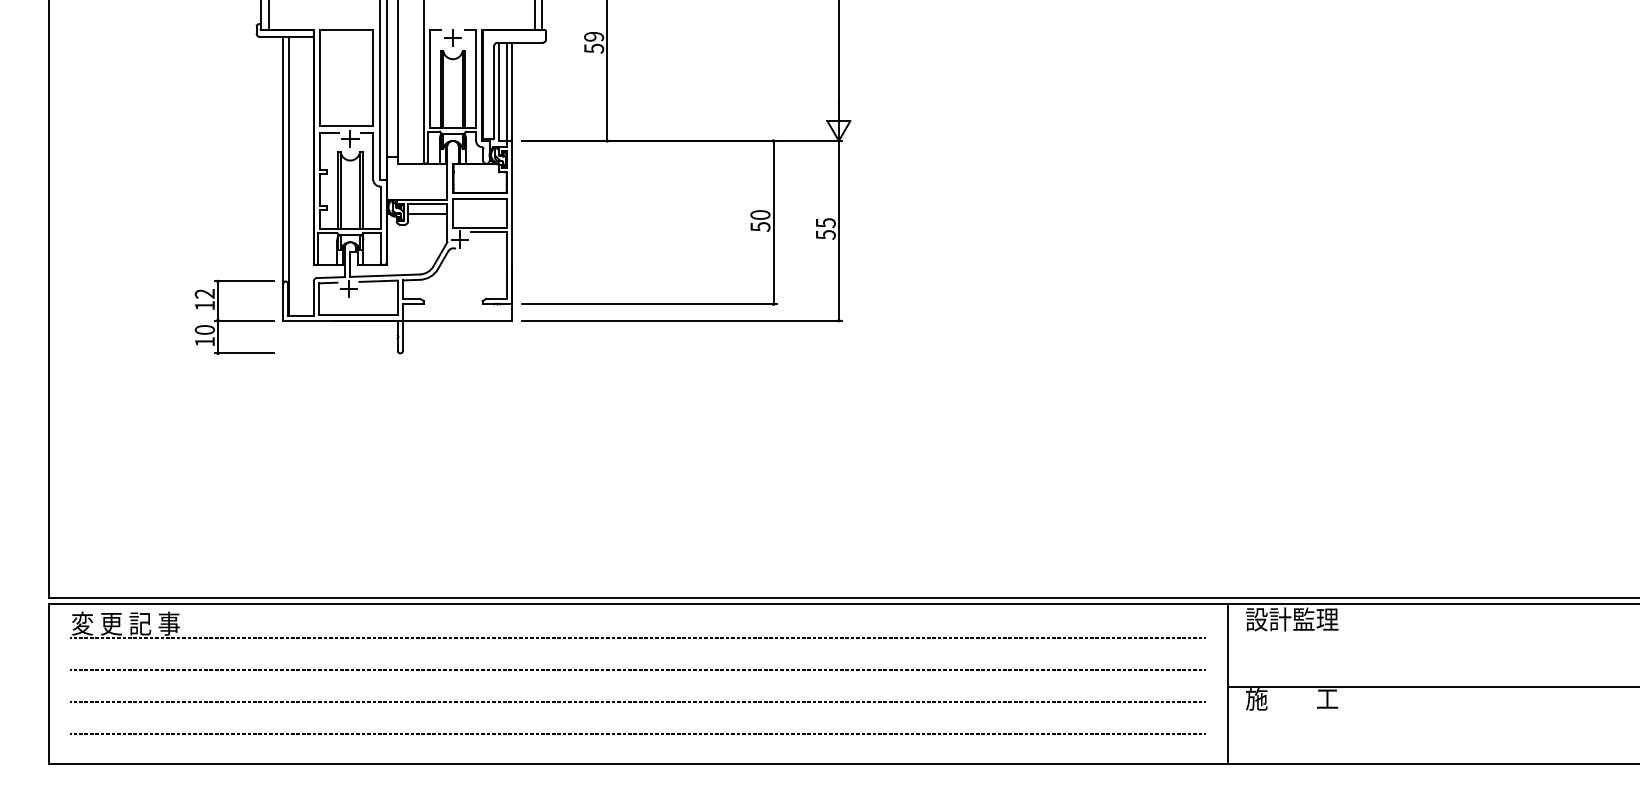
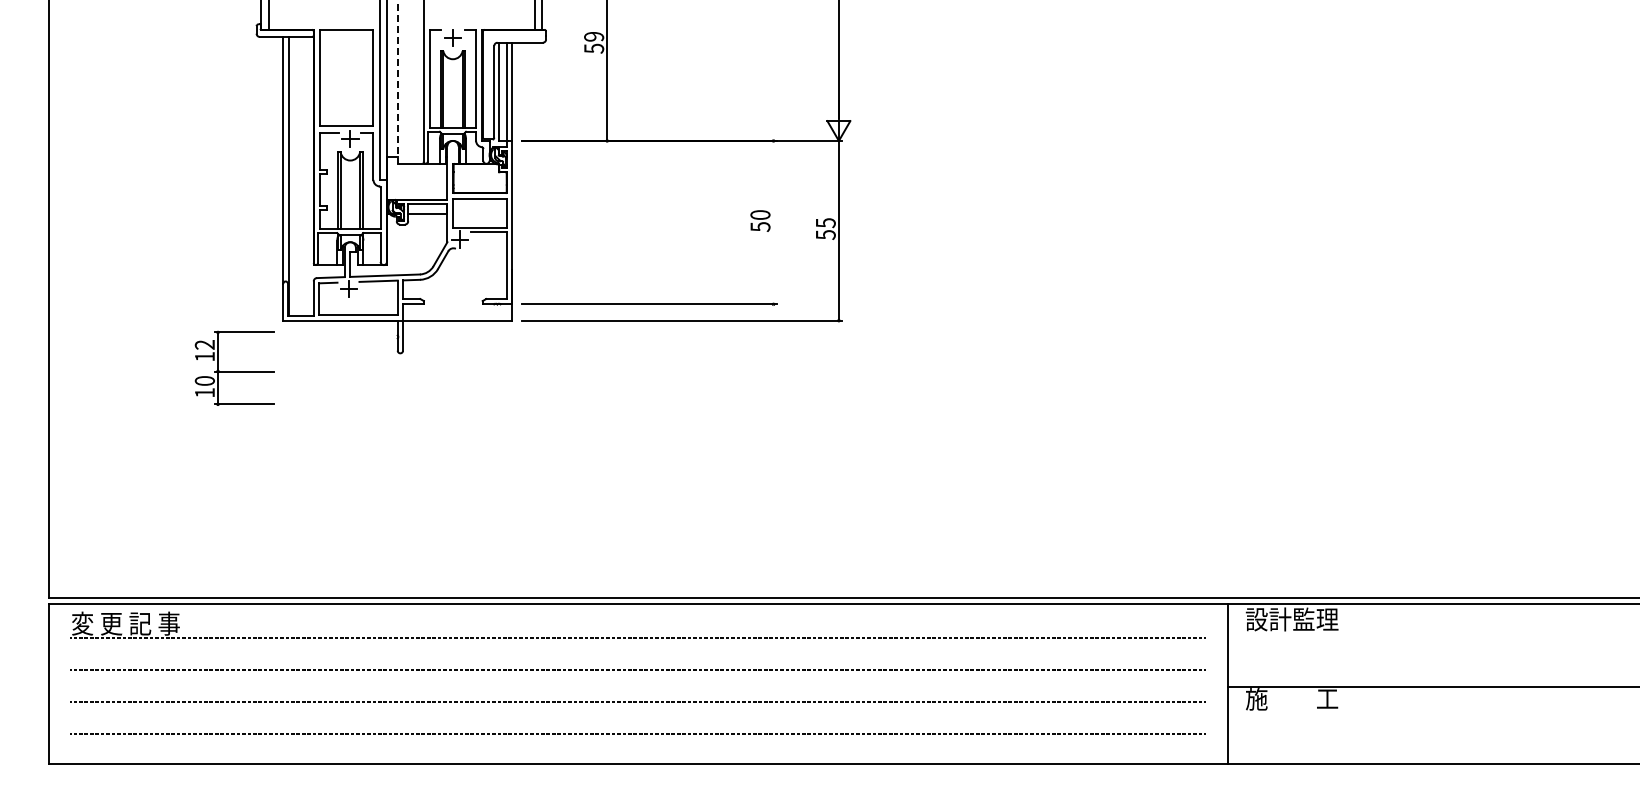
line at (398, 81): solid -> dashed
line at (773, 222): present -> none
part at (234, 316) position: (234, 316) -> (234, 367)
